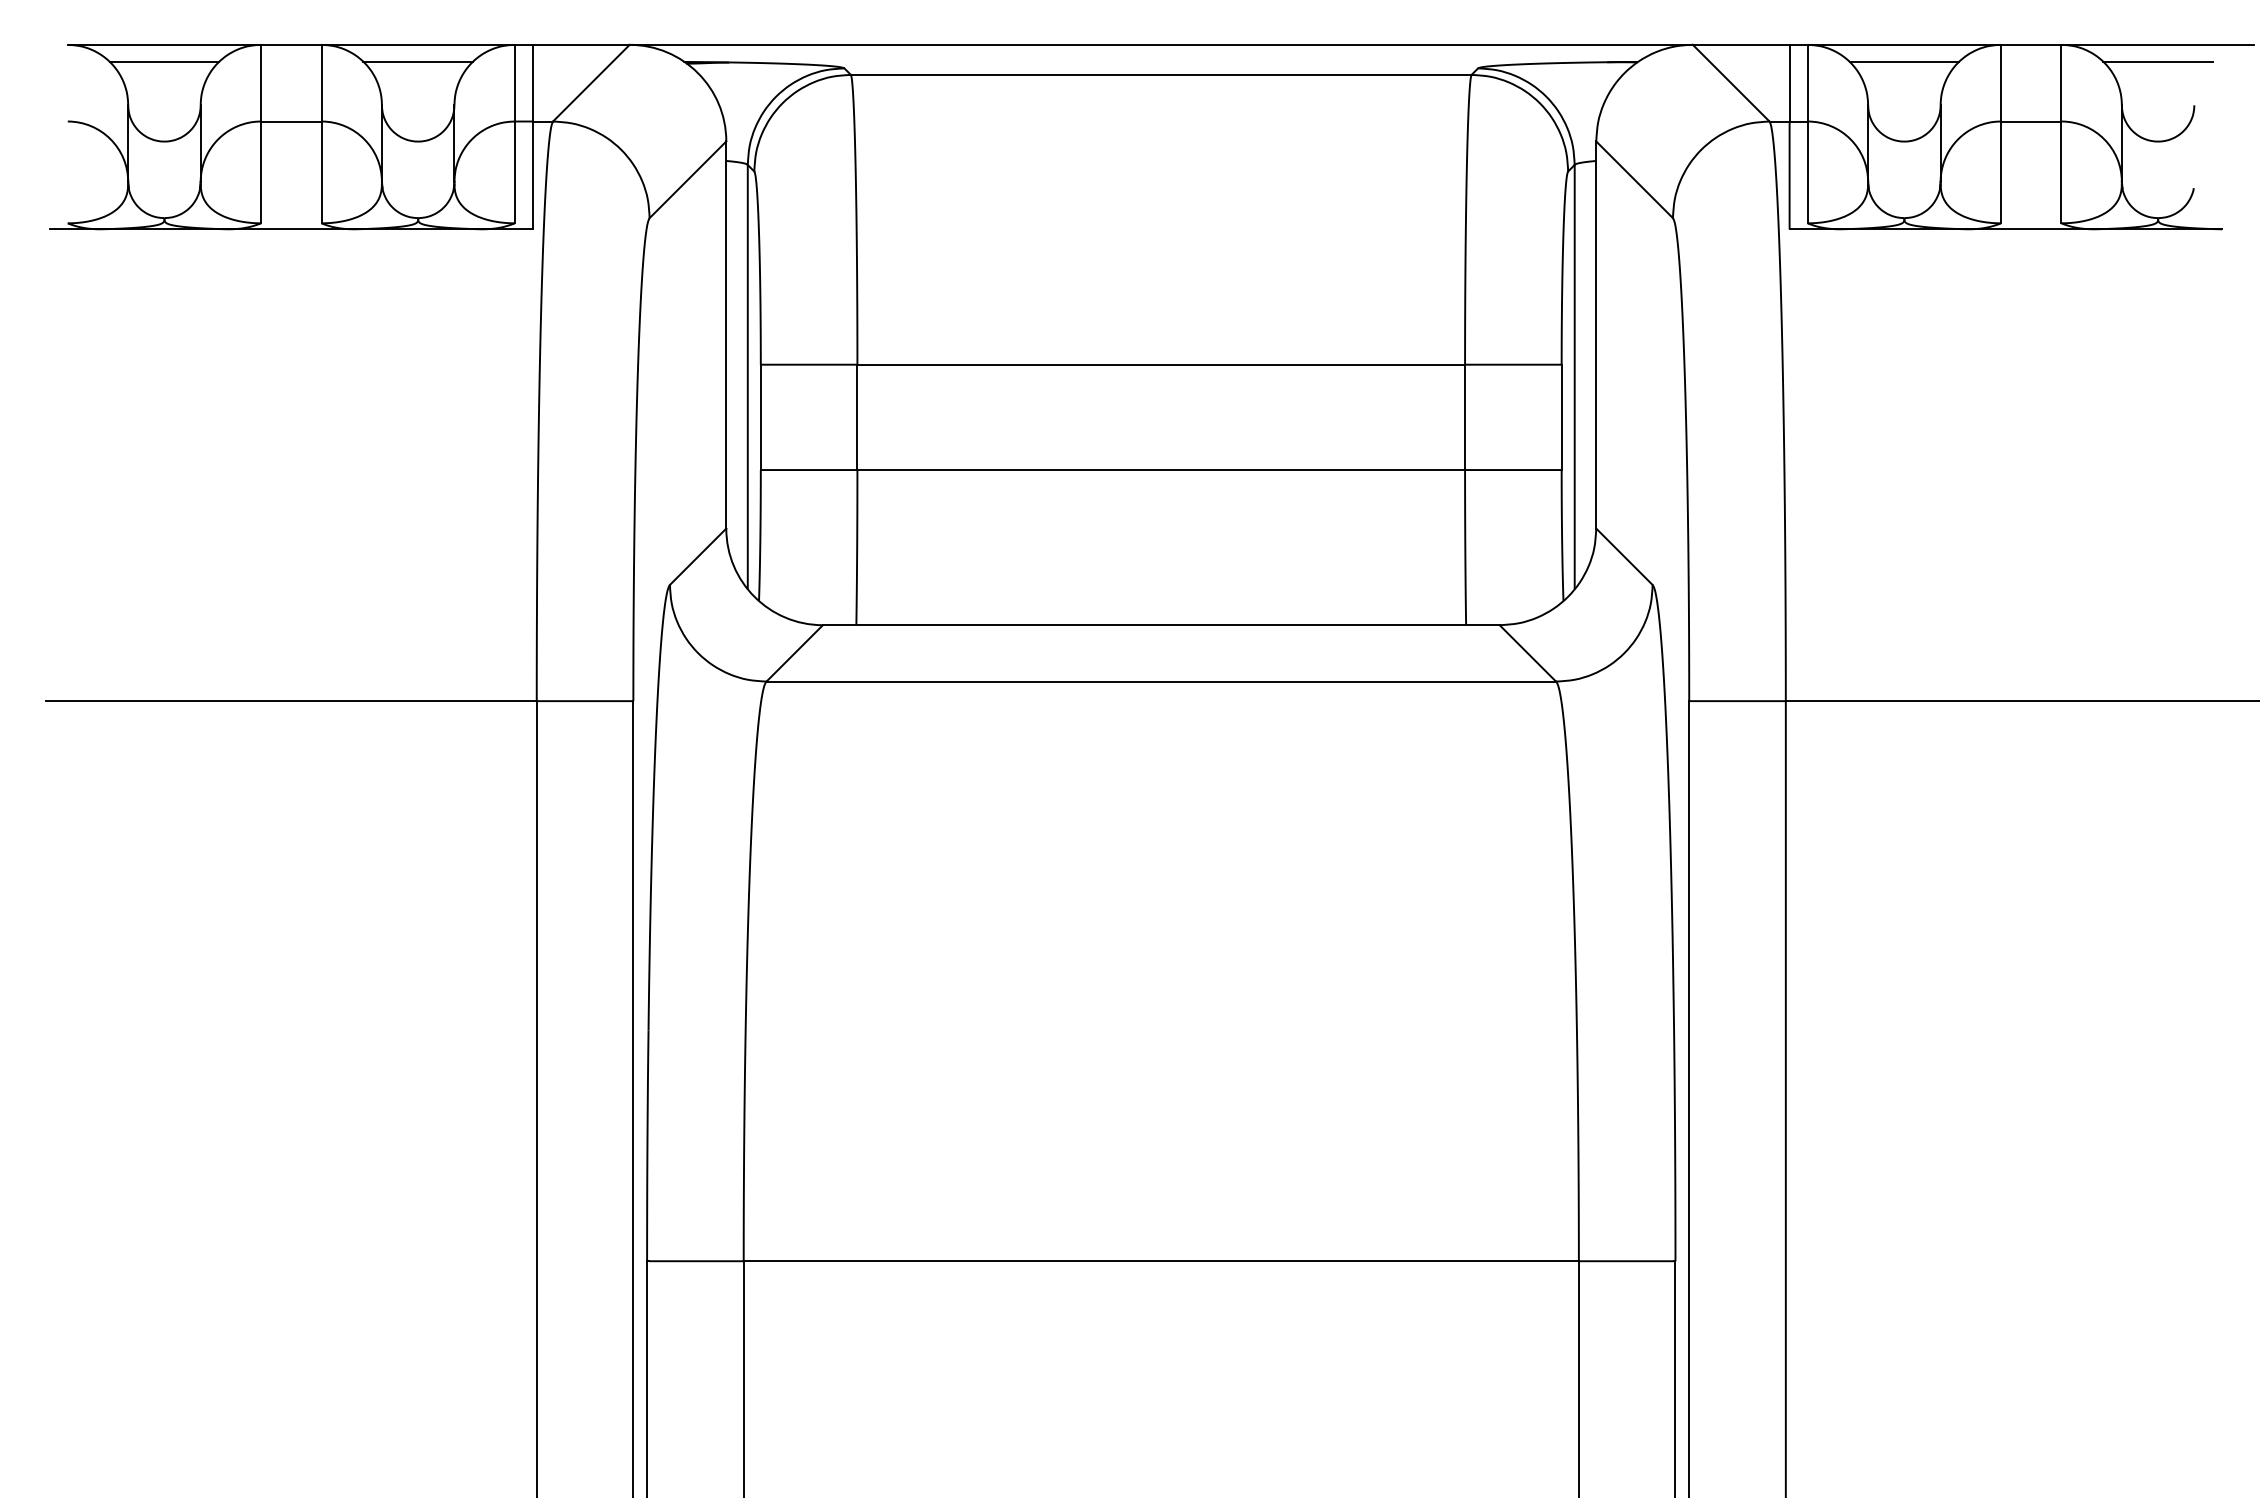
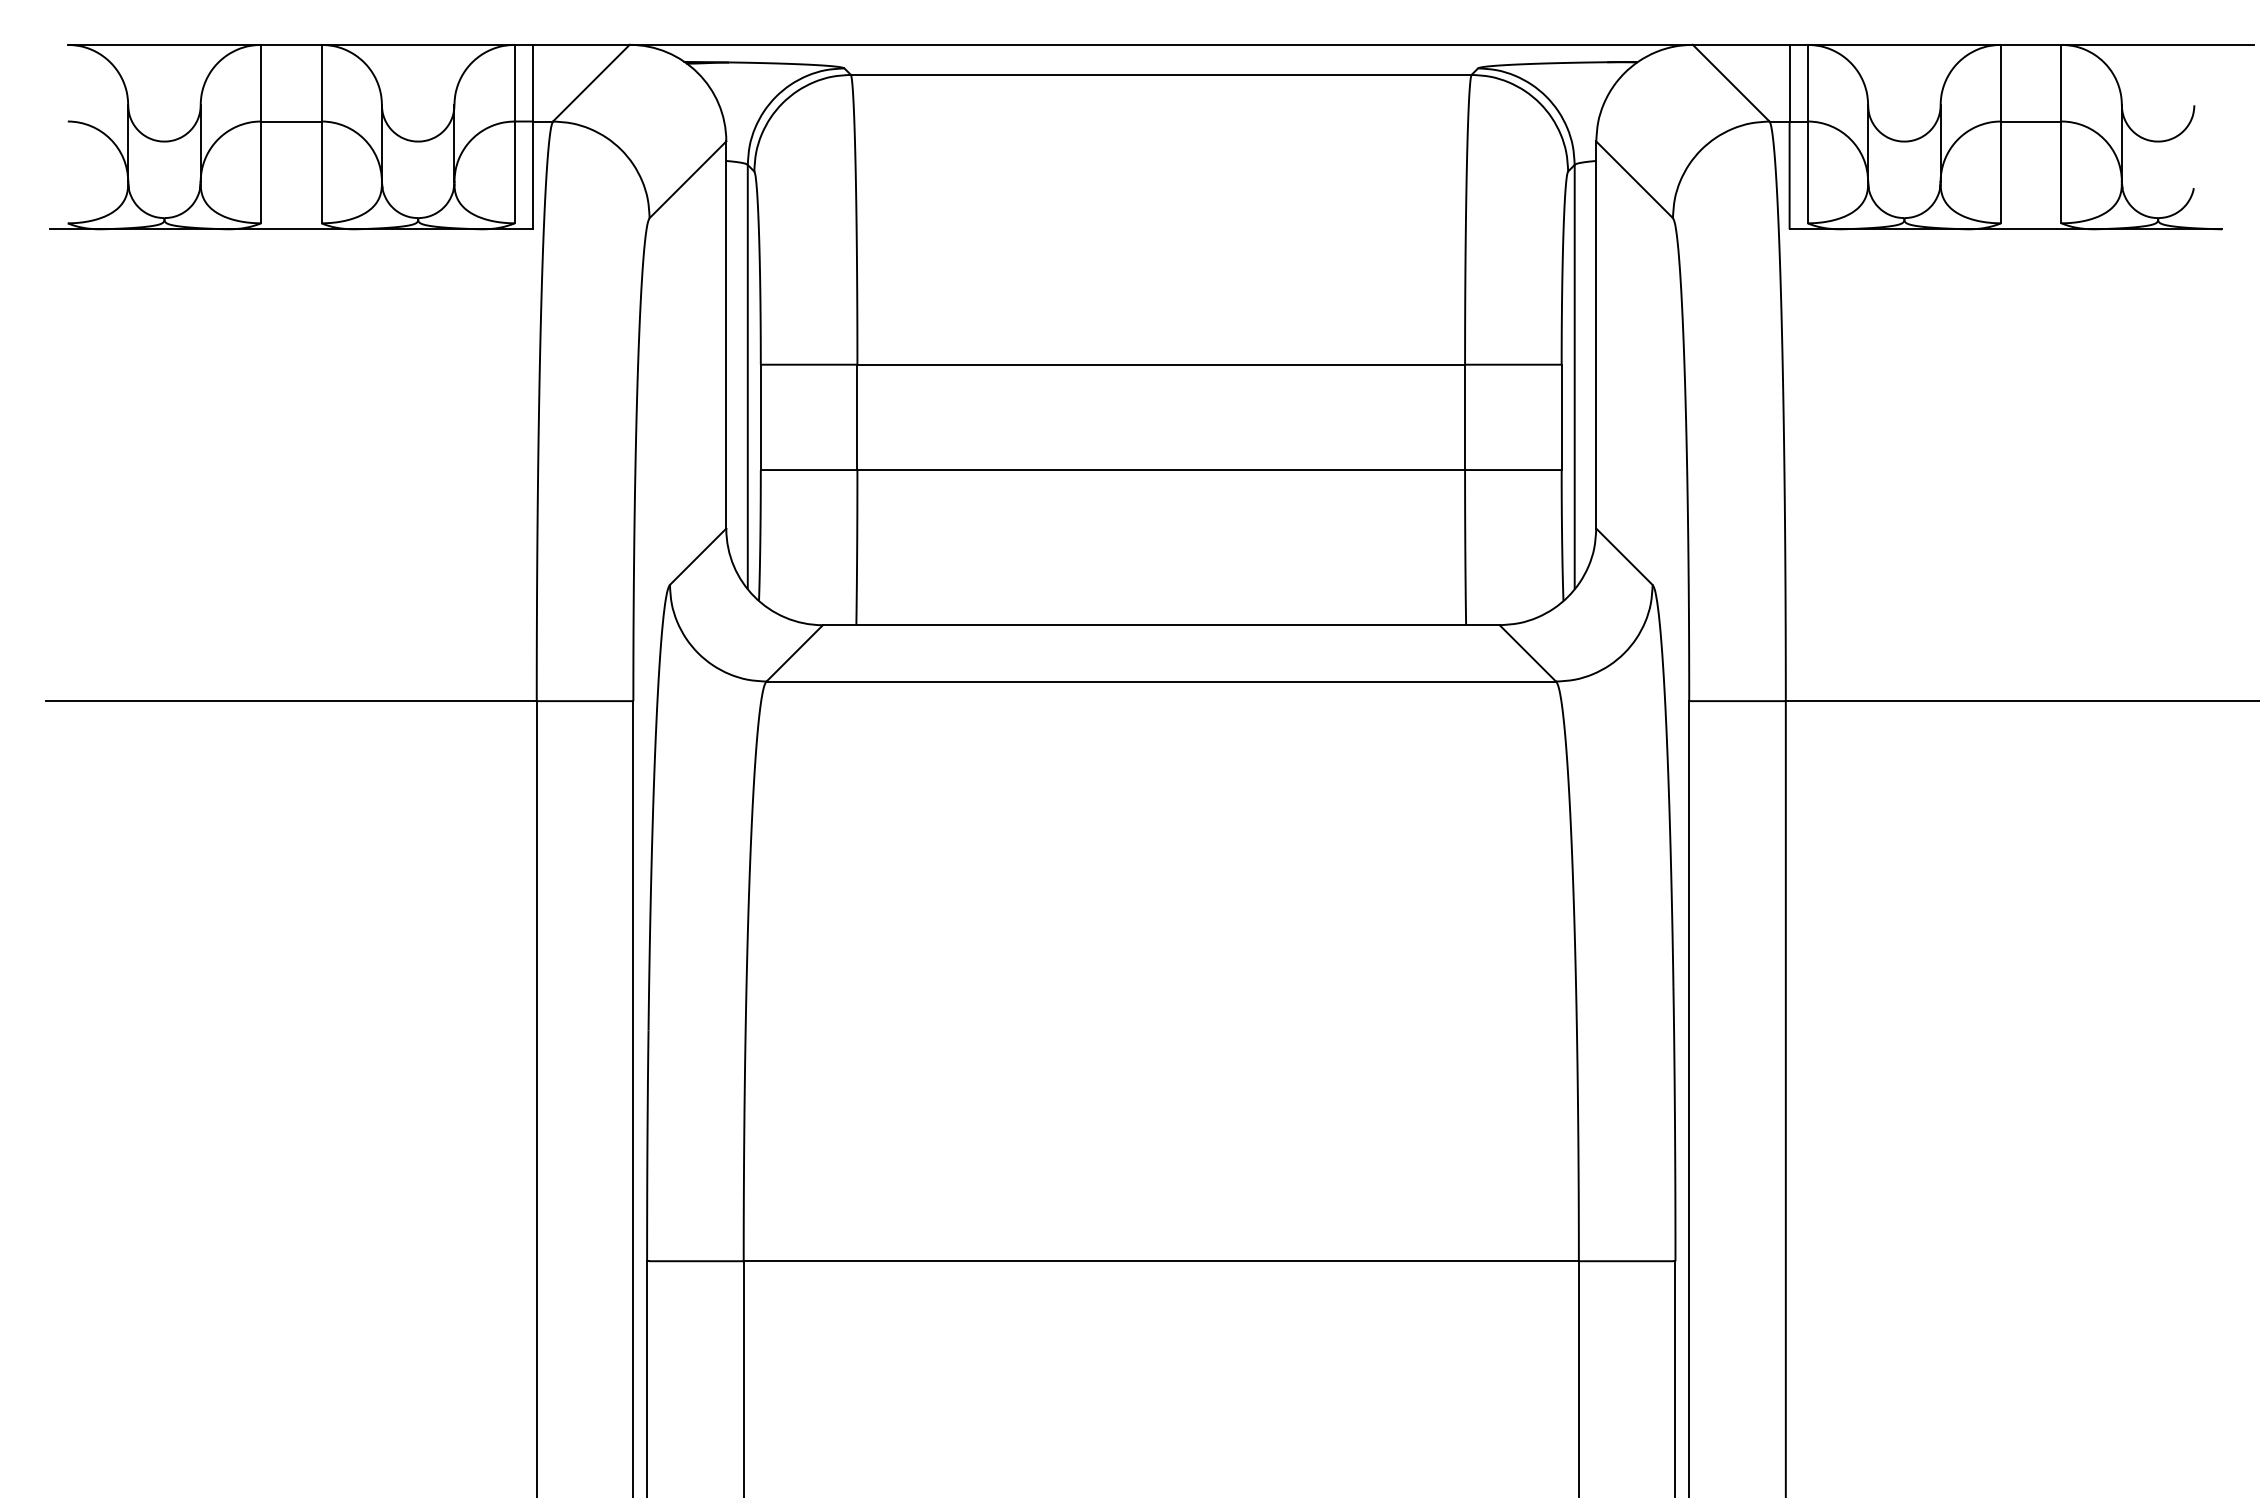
line at (164, 61): present -> none
line at (417, 61): present -> none
line at (1904, 61): present -> none
line at (2157, 61): present -> none
